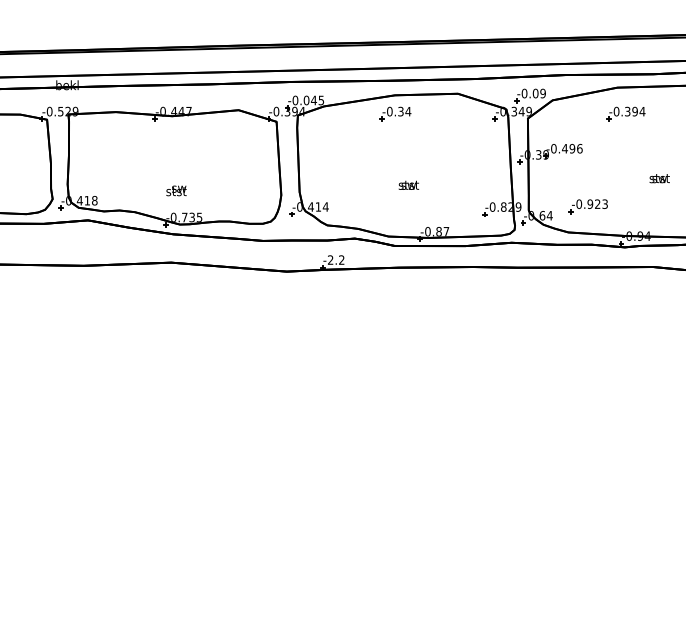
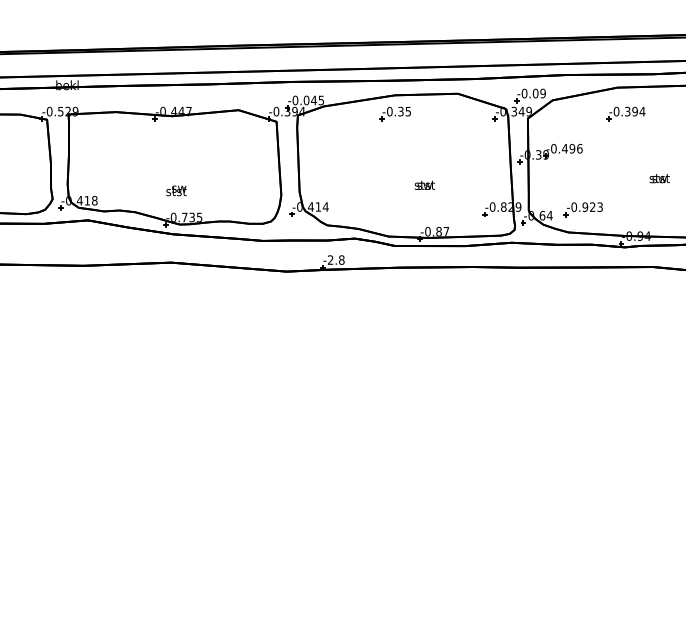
text at (408, 111): -0.34 -> -0.35
text at (408, 184) position: (408, 184) -> (424, 184)
part at (587, 206) position: (587, 206) -> (582, 209)
text at (341, 259): -2.2 -> -2.8
